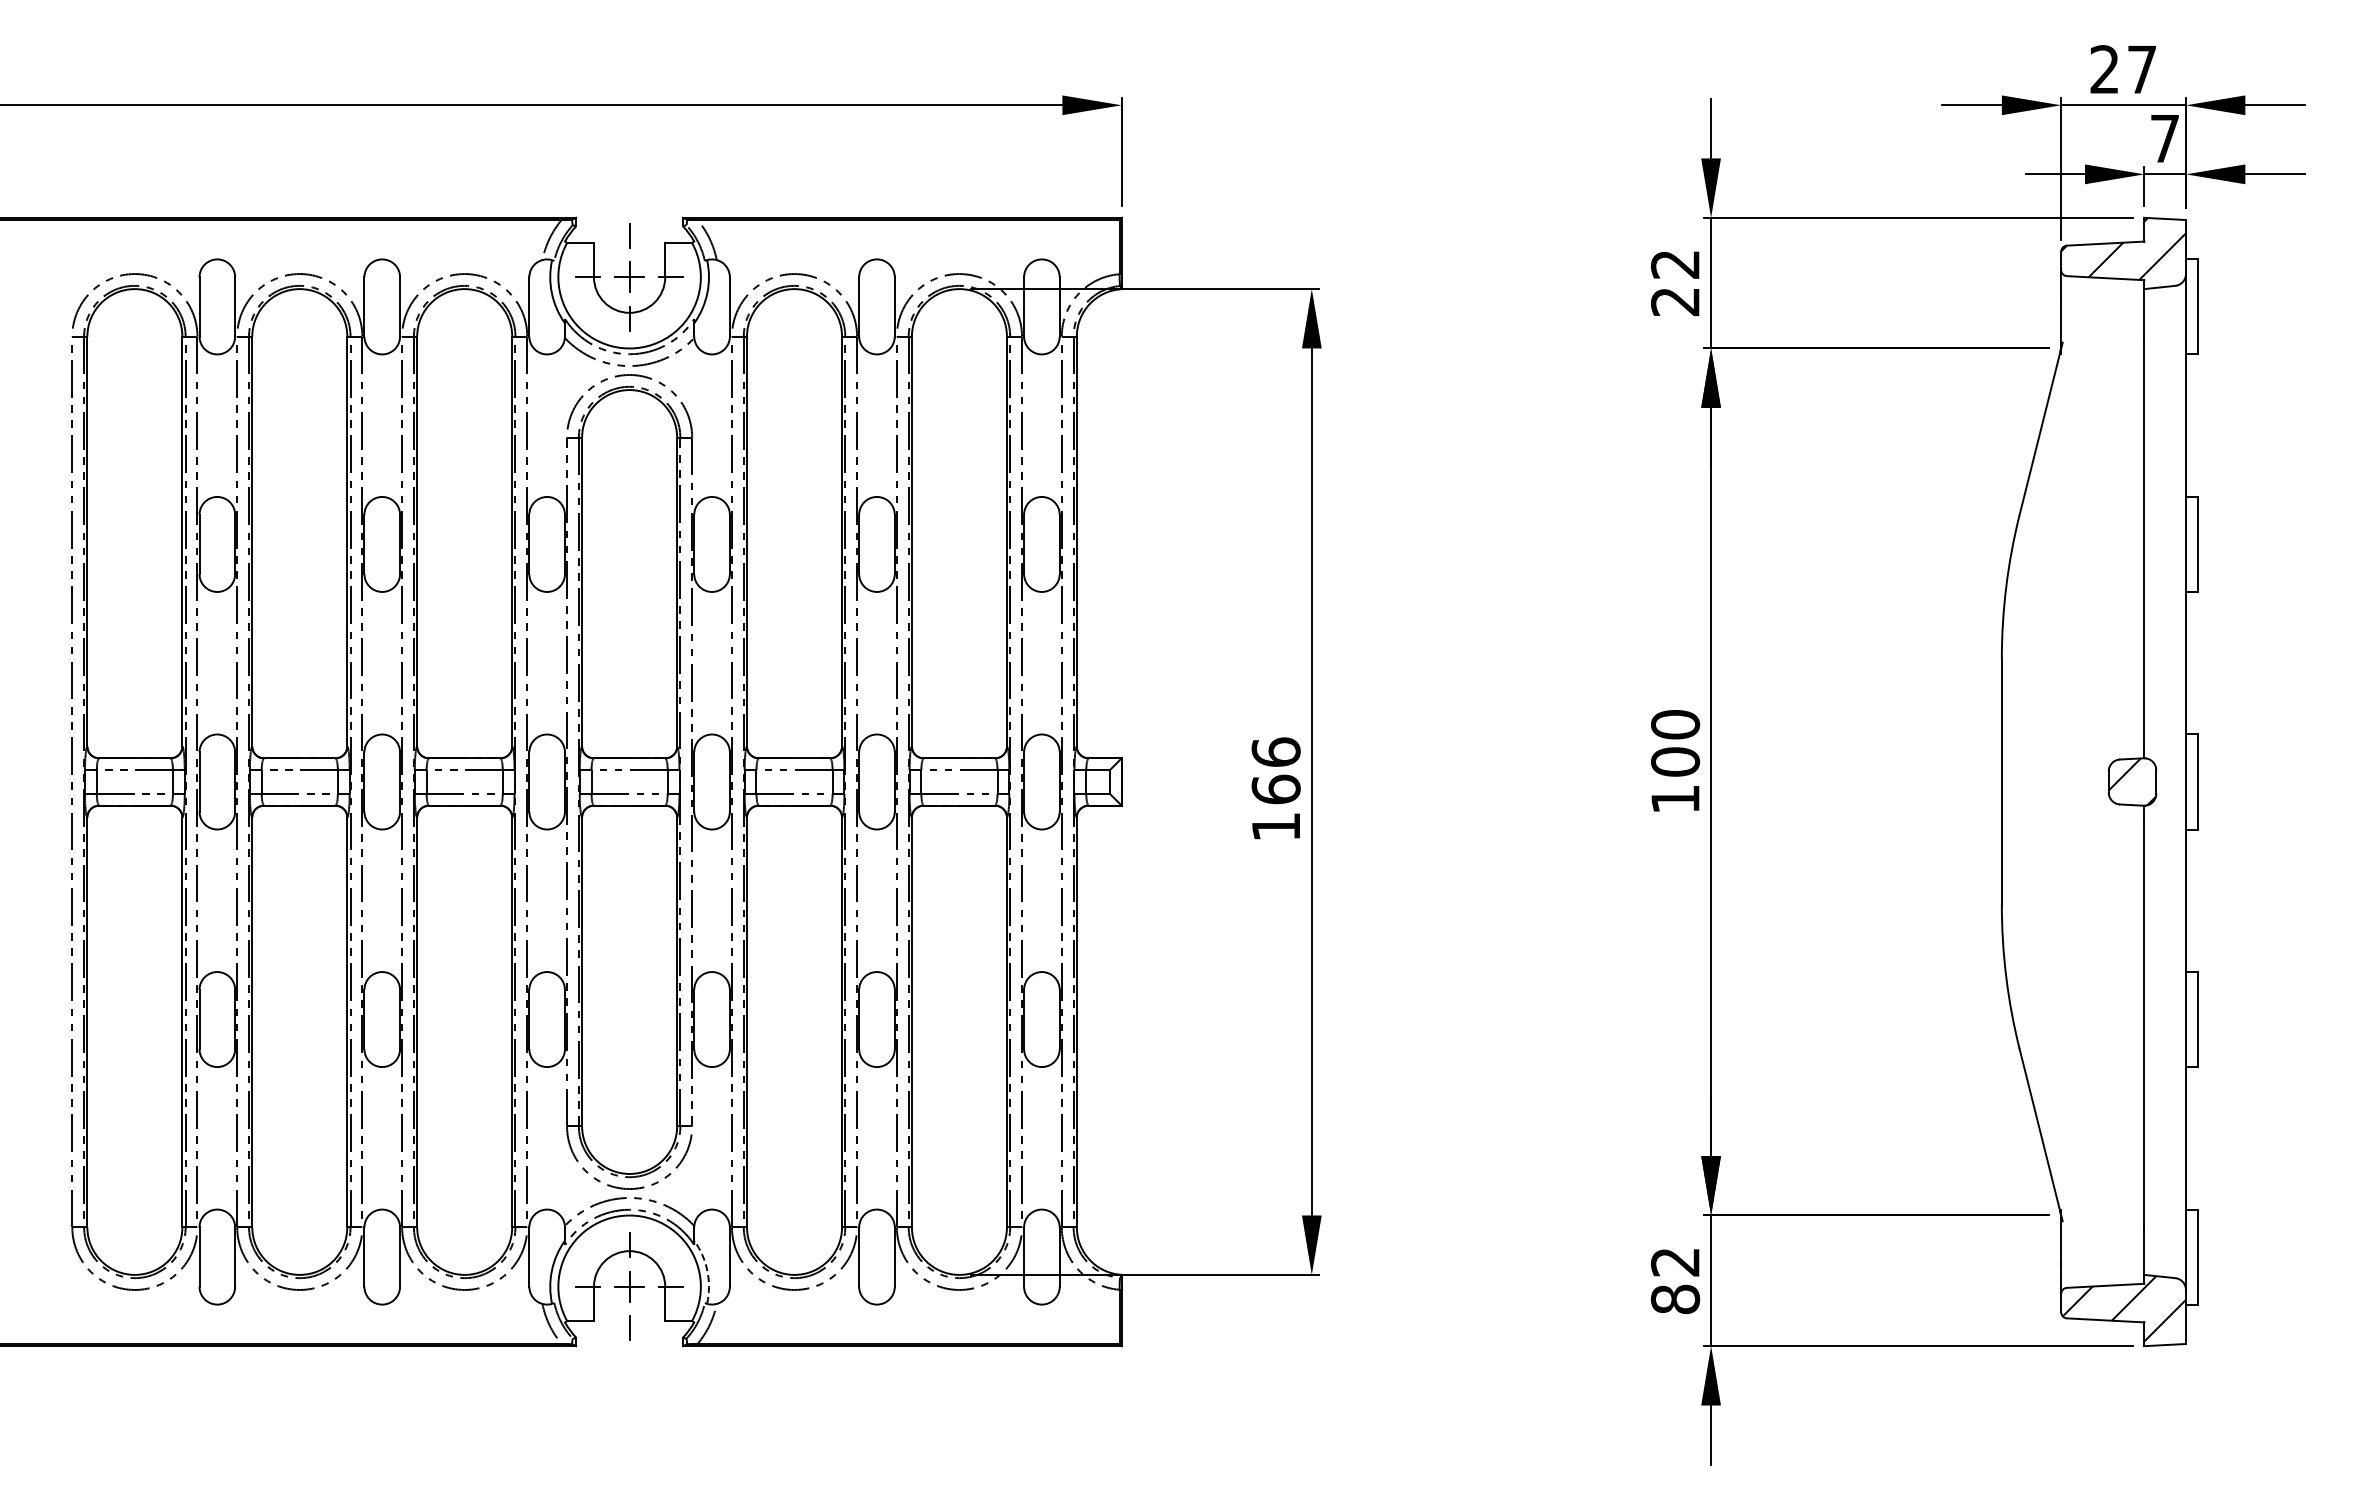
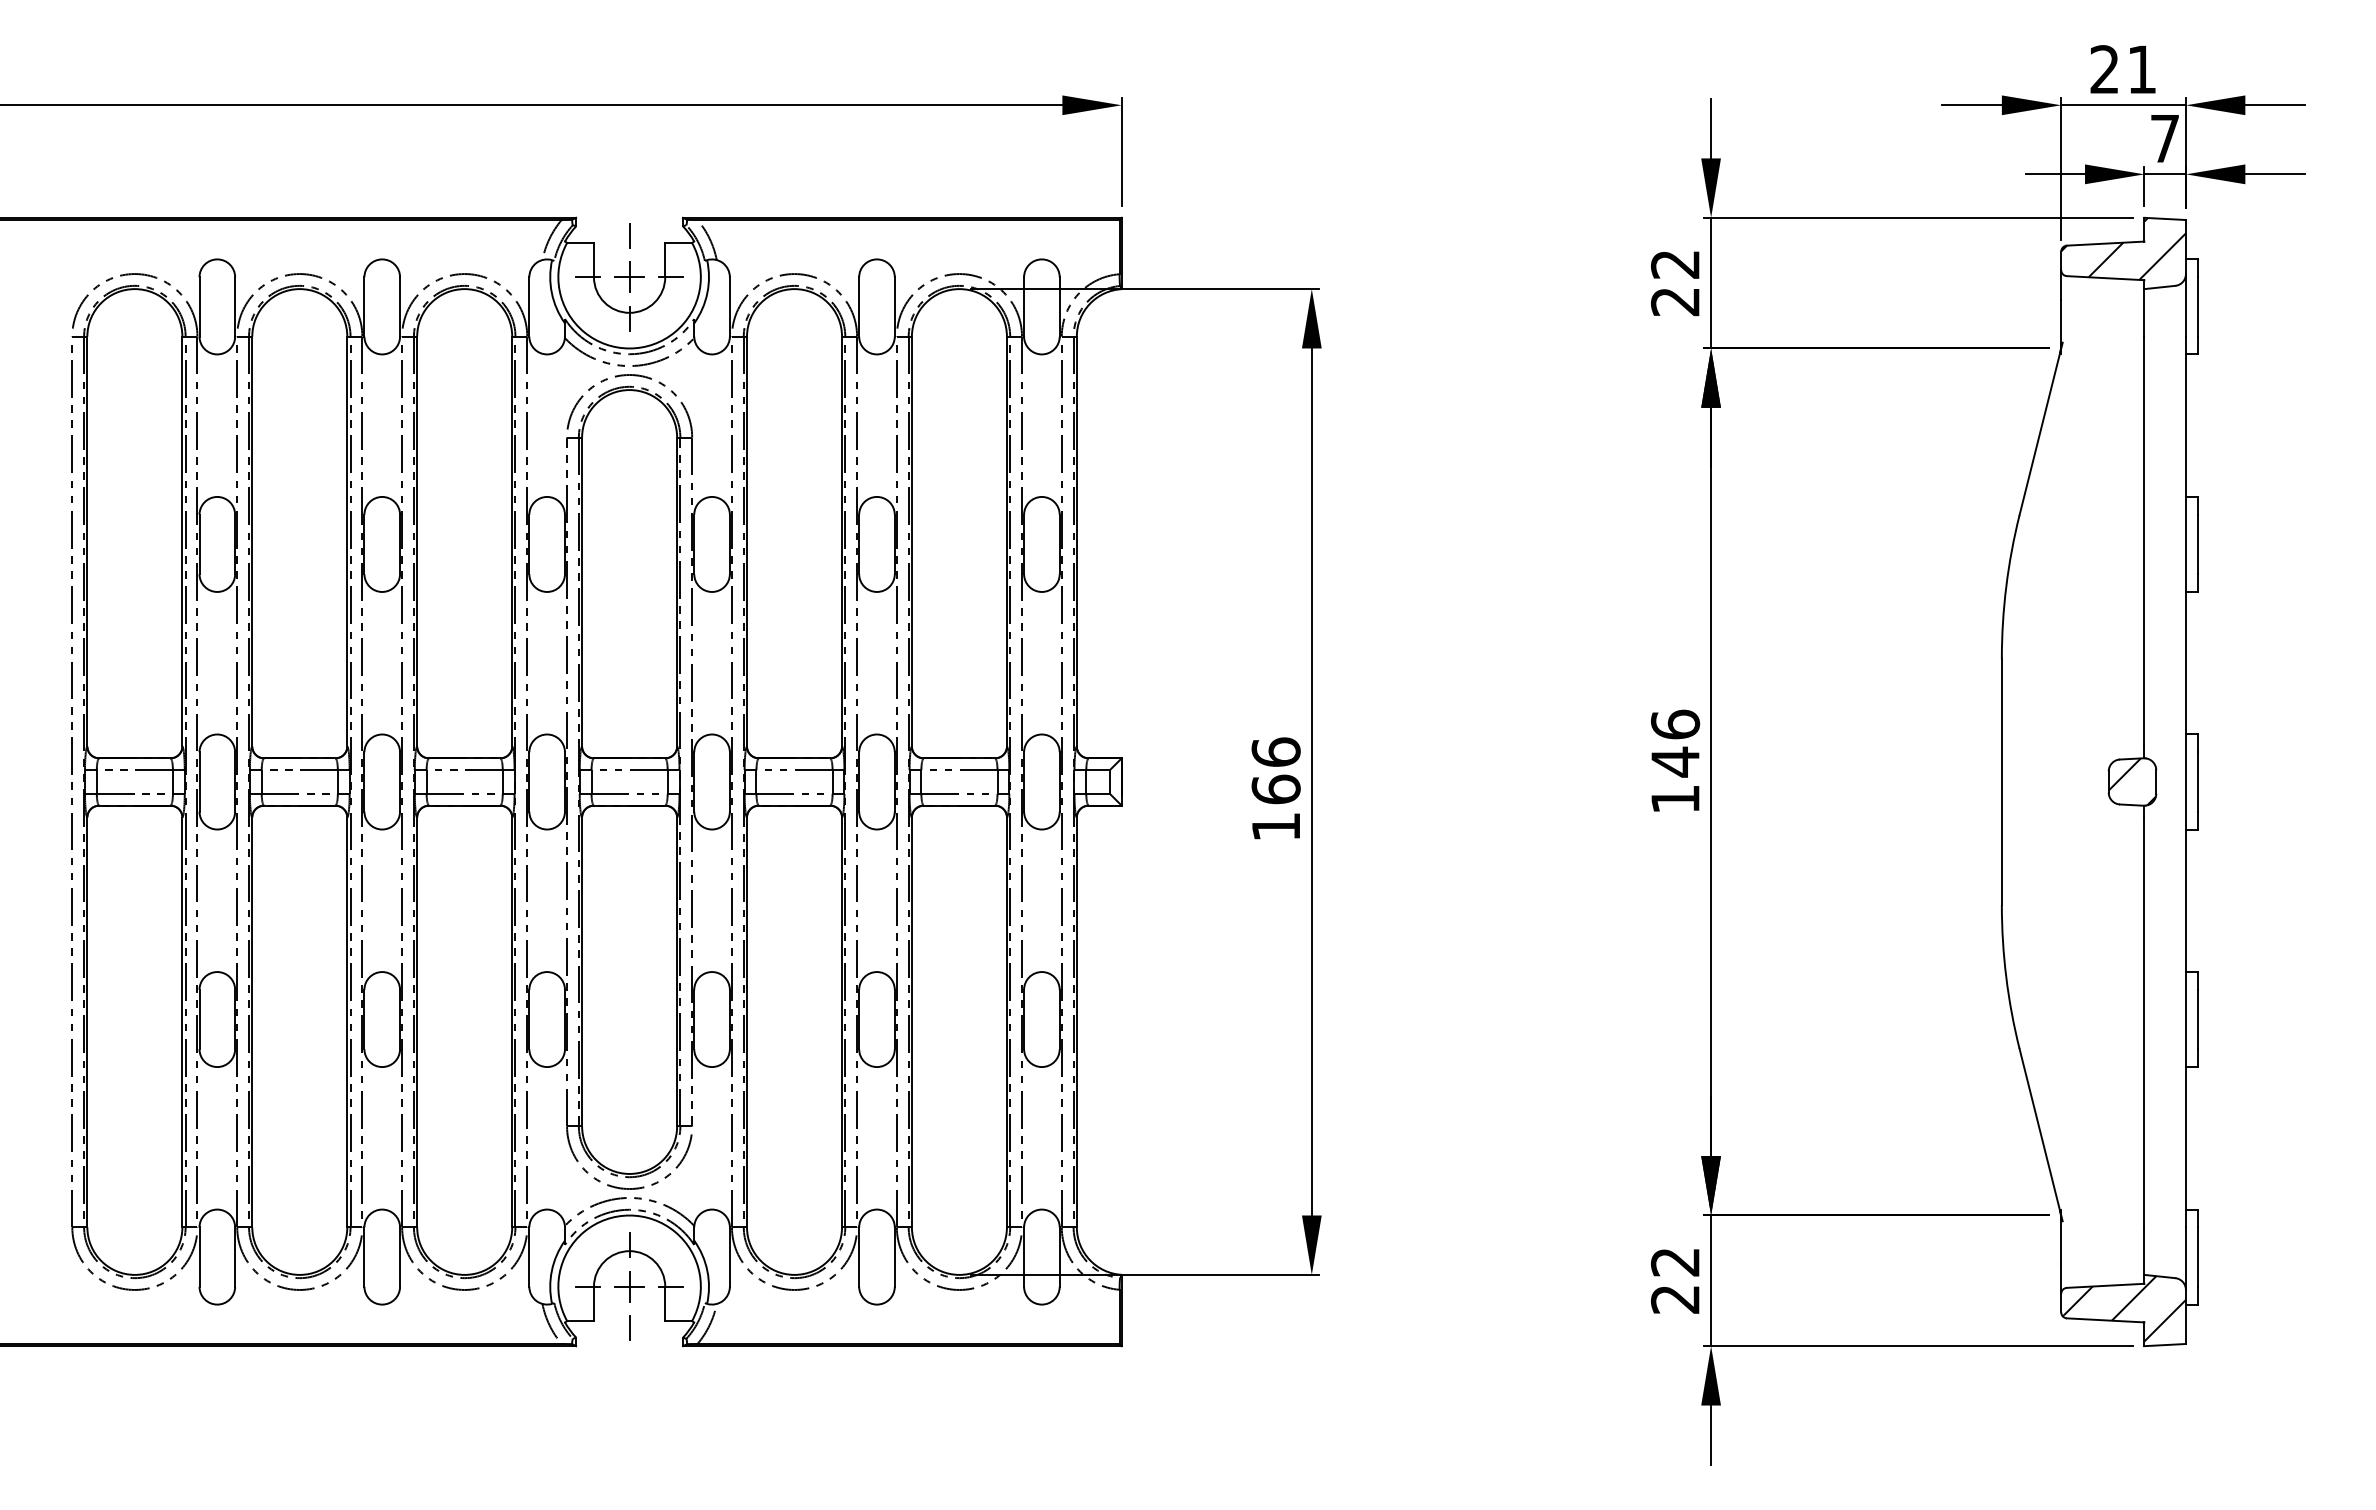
text at (2141, 69): 27 -> 21
text at (1675, 743): 100 -> 146
arc at (707, 1270): dashed -> solid
text at (1675, 1299): 82 -> 22
